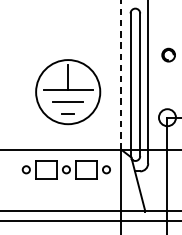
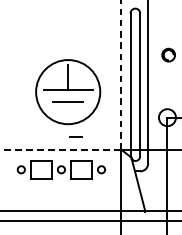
line at (67, 113) position: (67, 113) -> (75, 136)
line at (61, 149): solid -> dashed
part at (65, 169) position: (65, 169) -> (60, 169)
